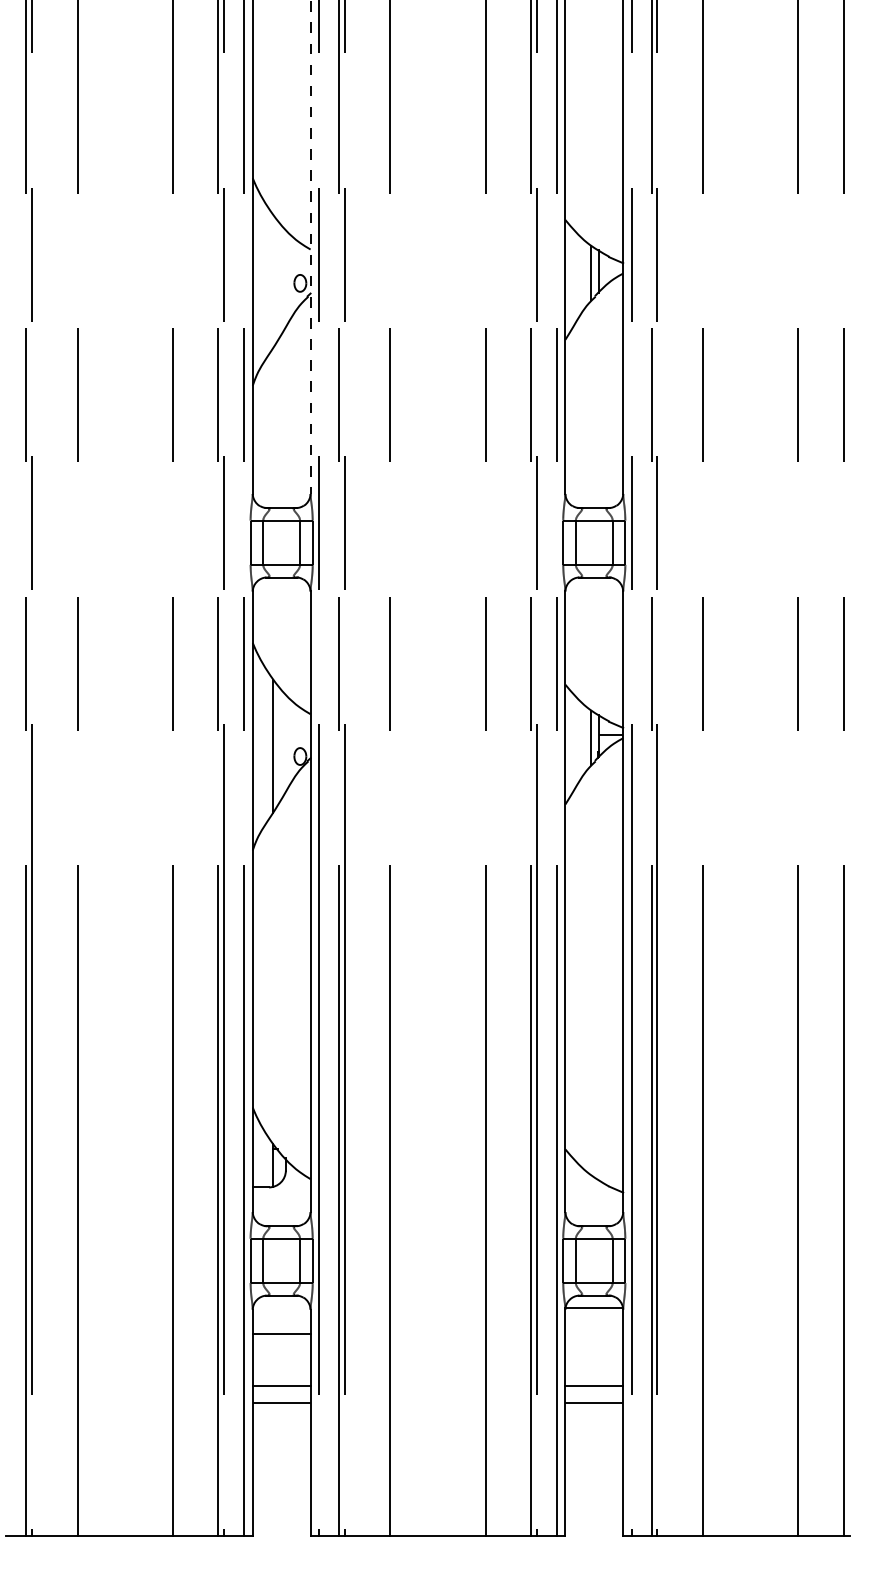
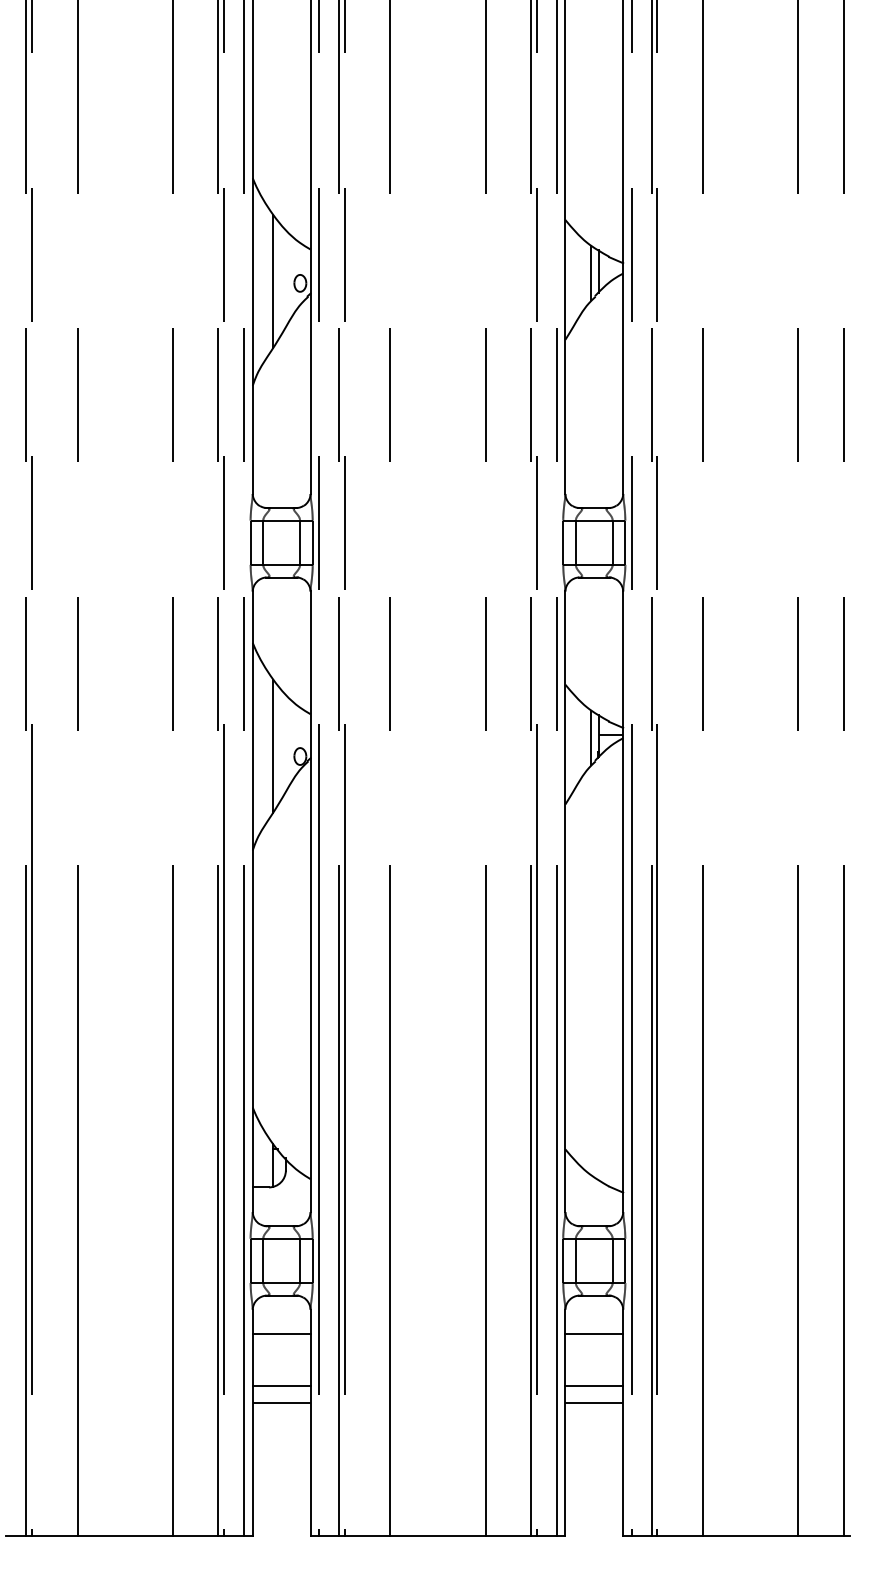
line at (310, 247): dashed -> solid
line at (273, 280): none -> present
line at (594, 1307) position: (594, 1307) -> (594, 1333)
